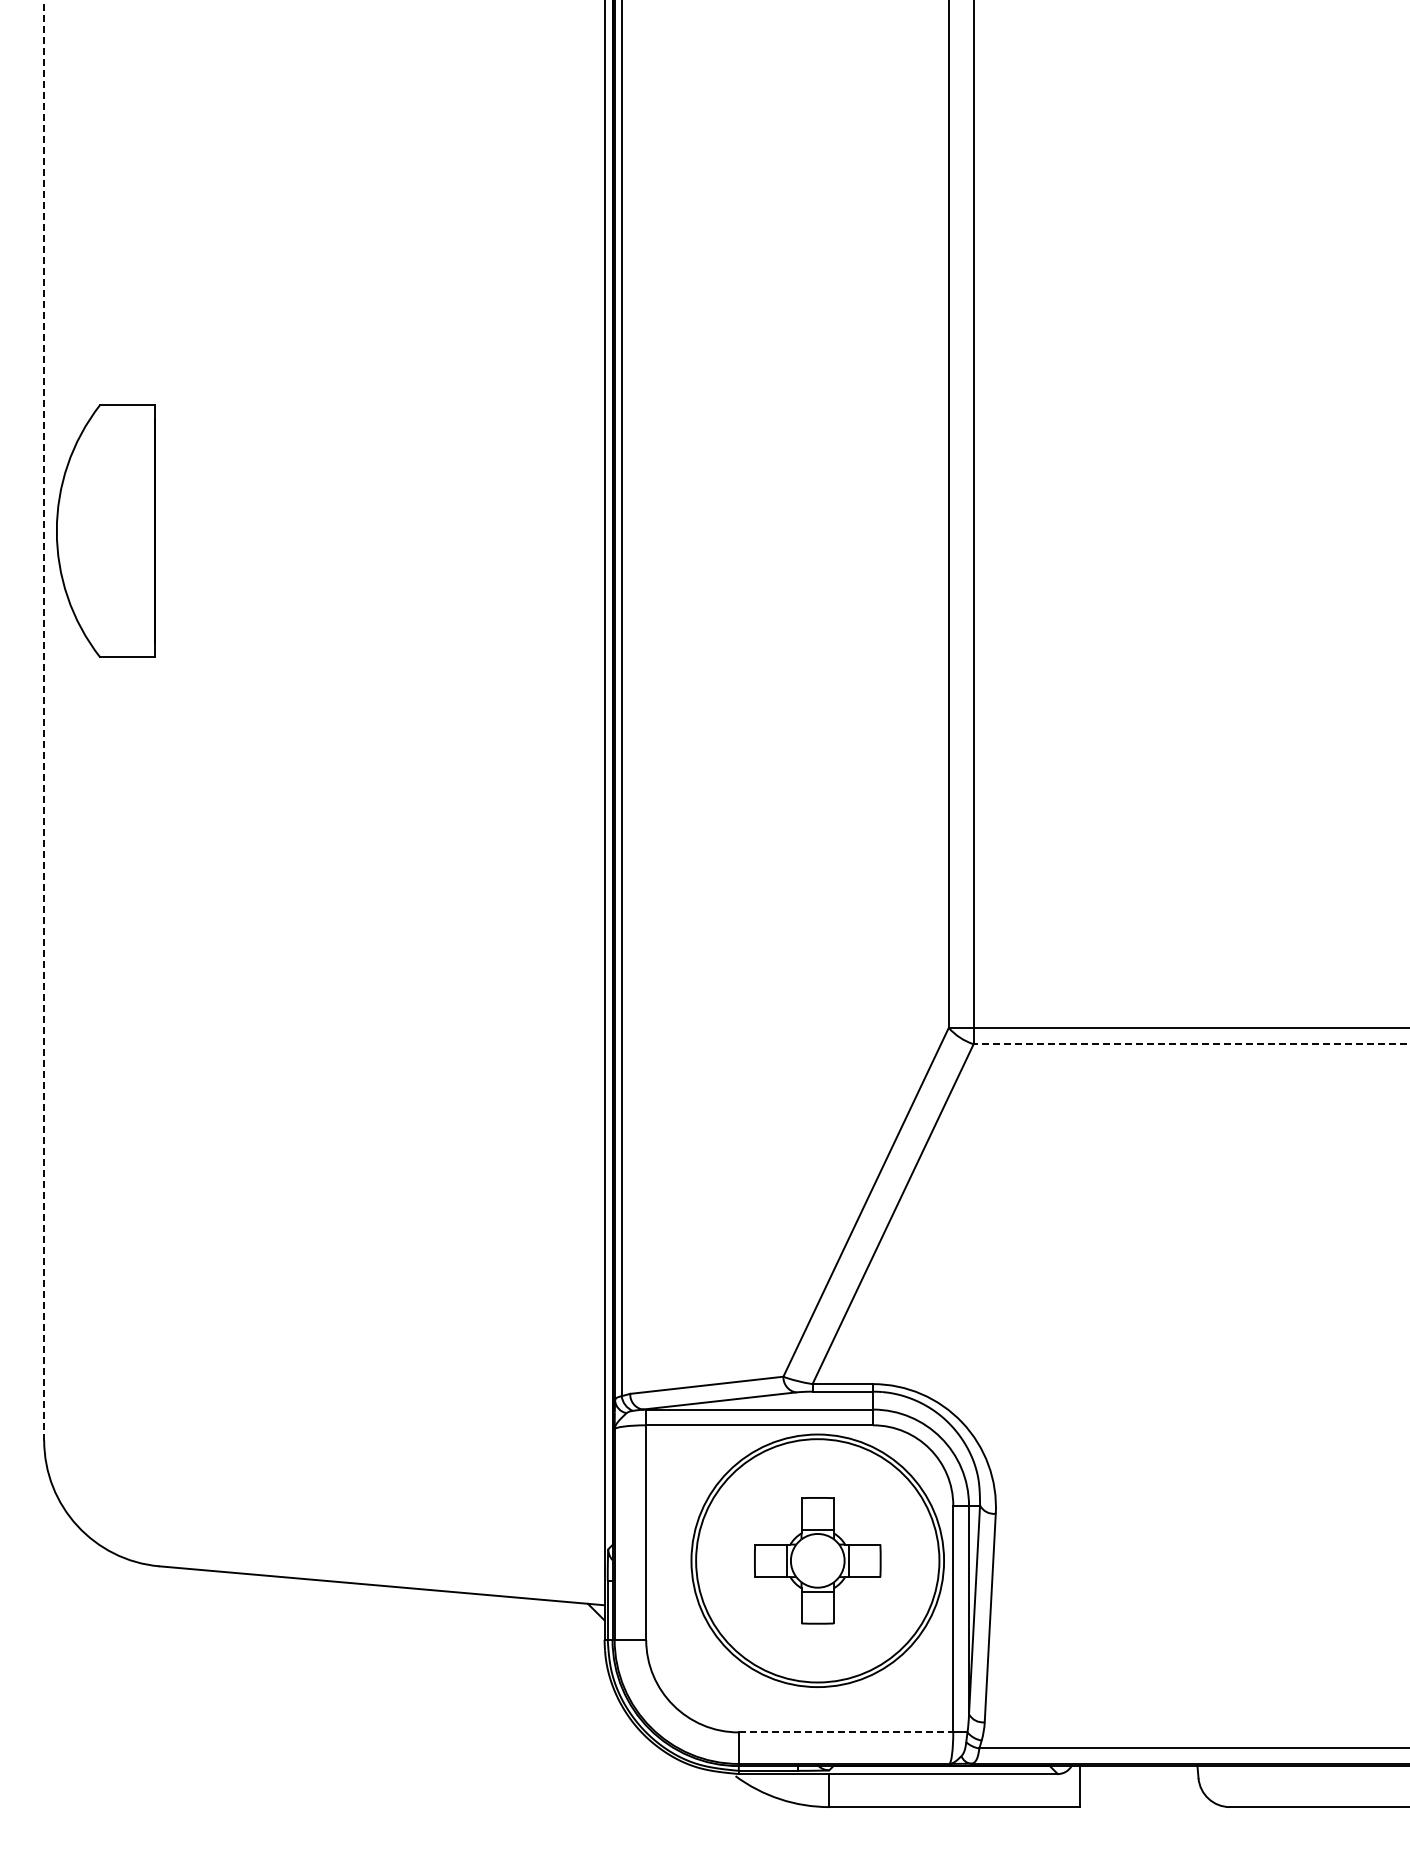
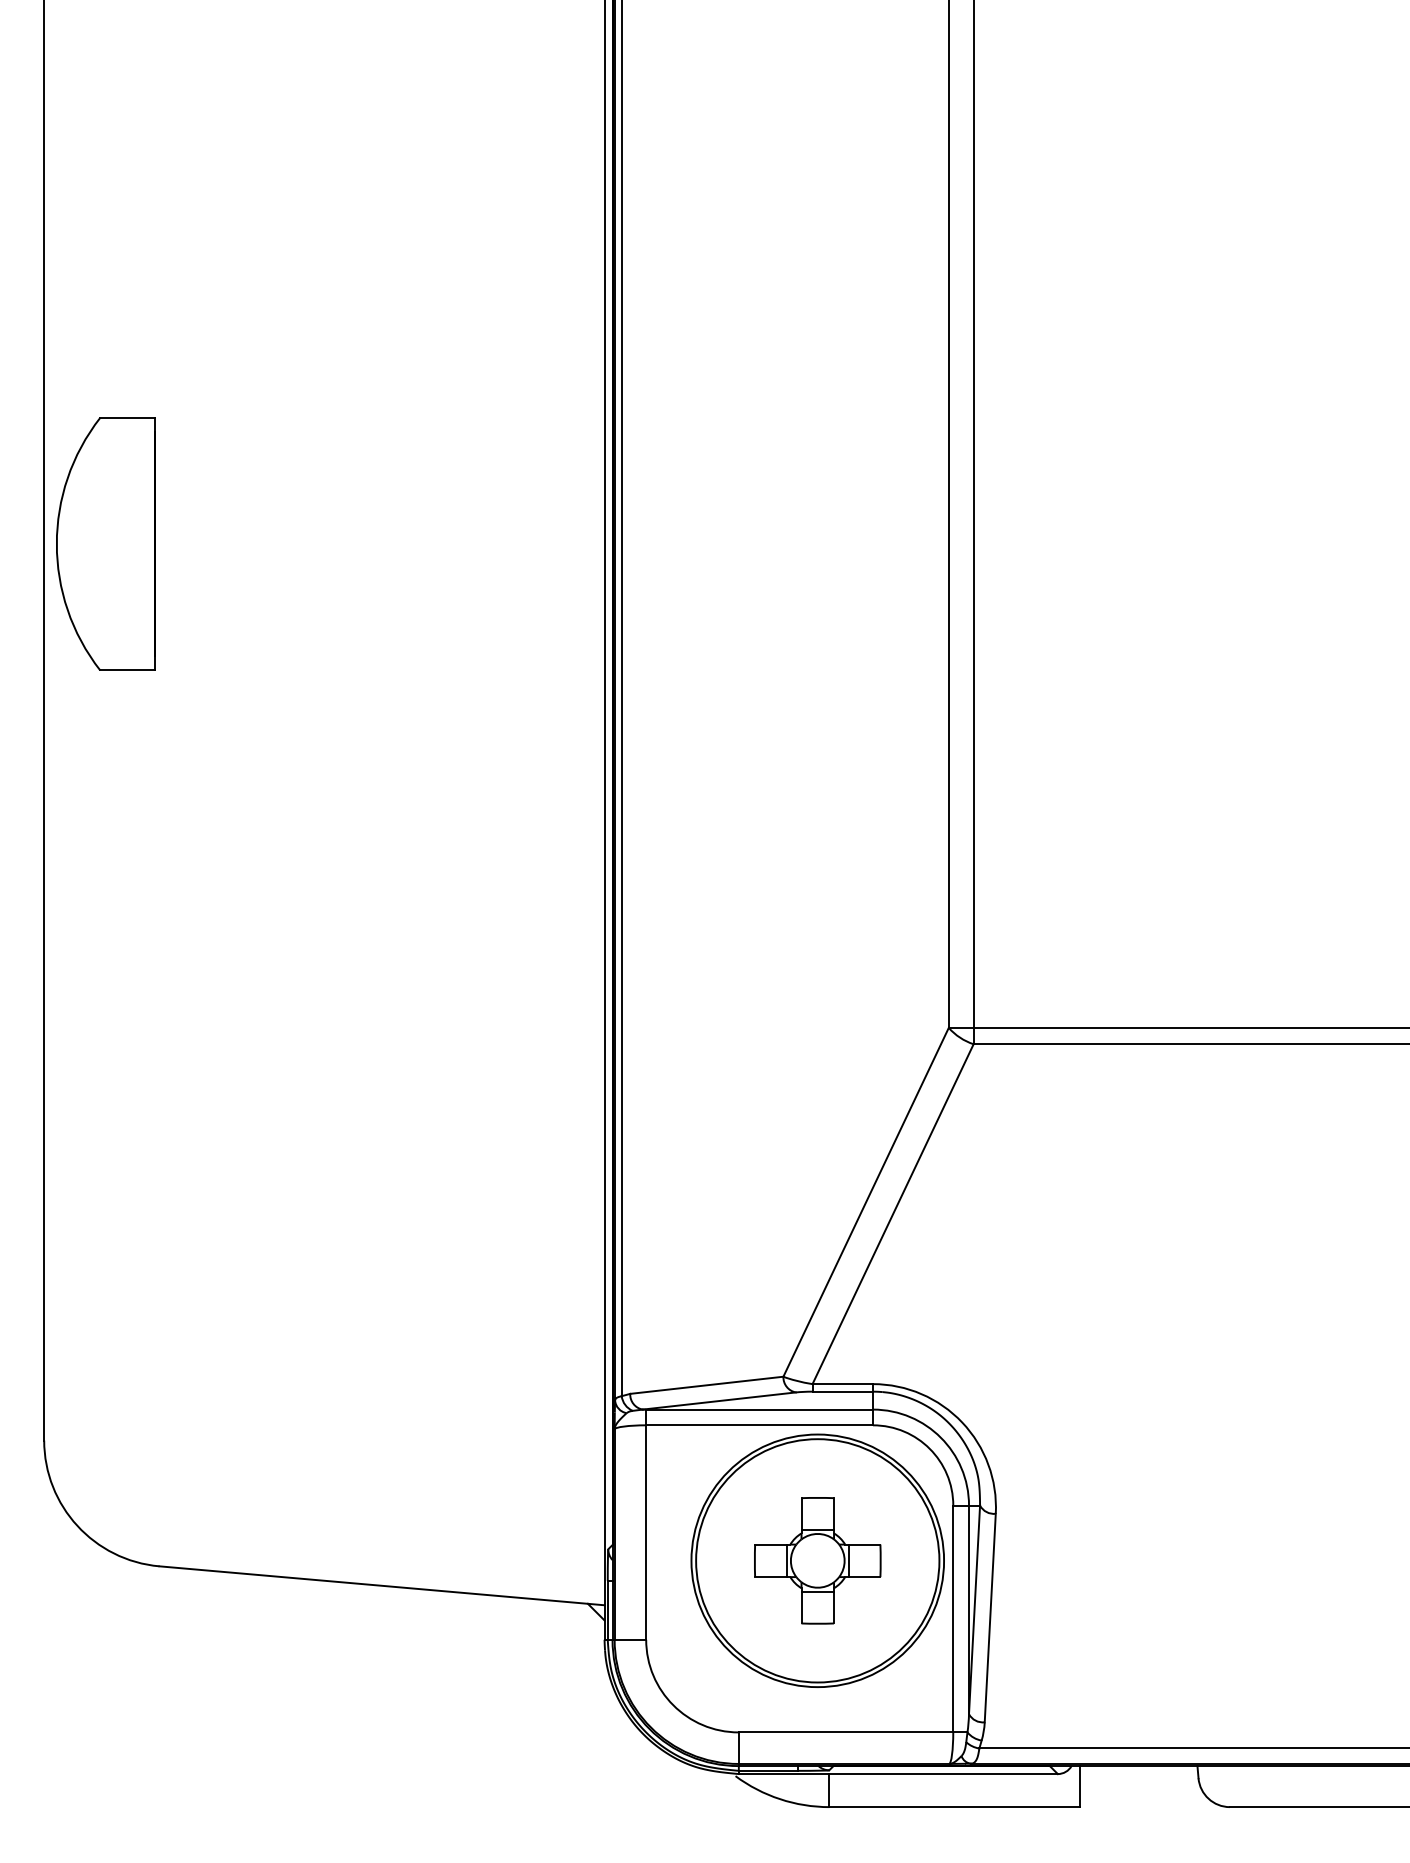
part at (105, 530) position: (105, 530) -> (105, 543)
line at (44, 719): dashed -> solid
line at (1191, 1044): dashed -> solid
line at (846, 1732): dashed -> solid
